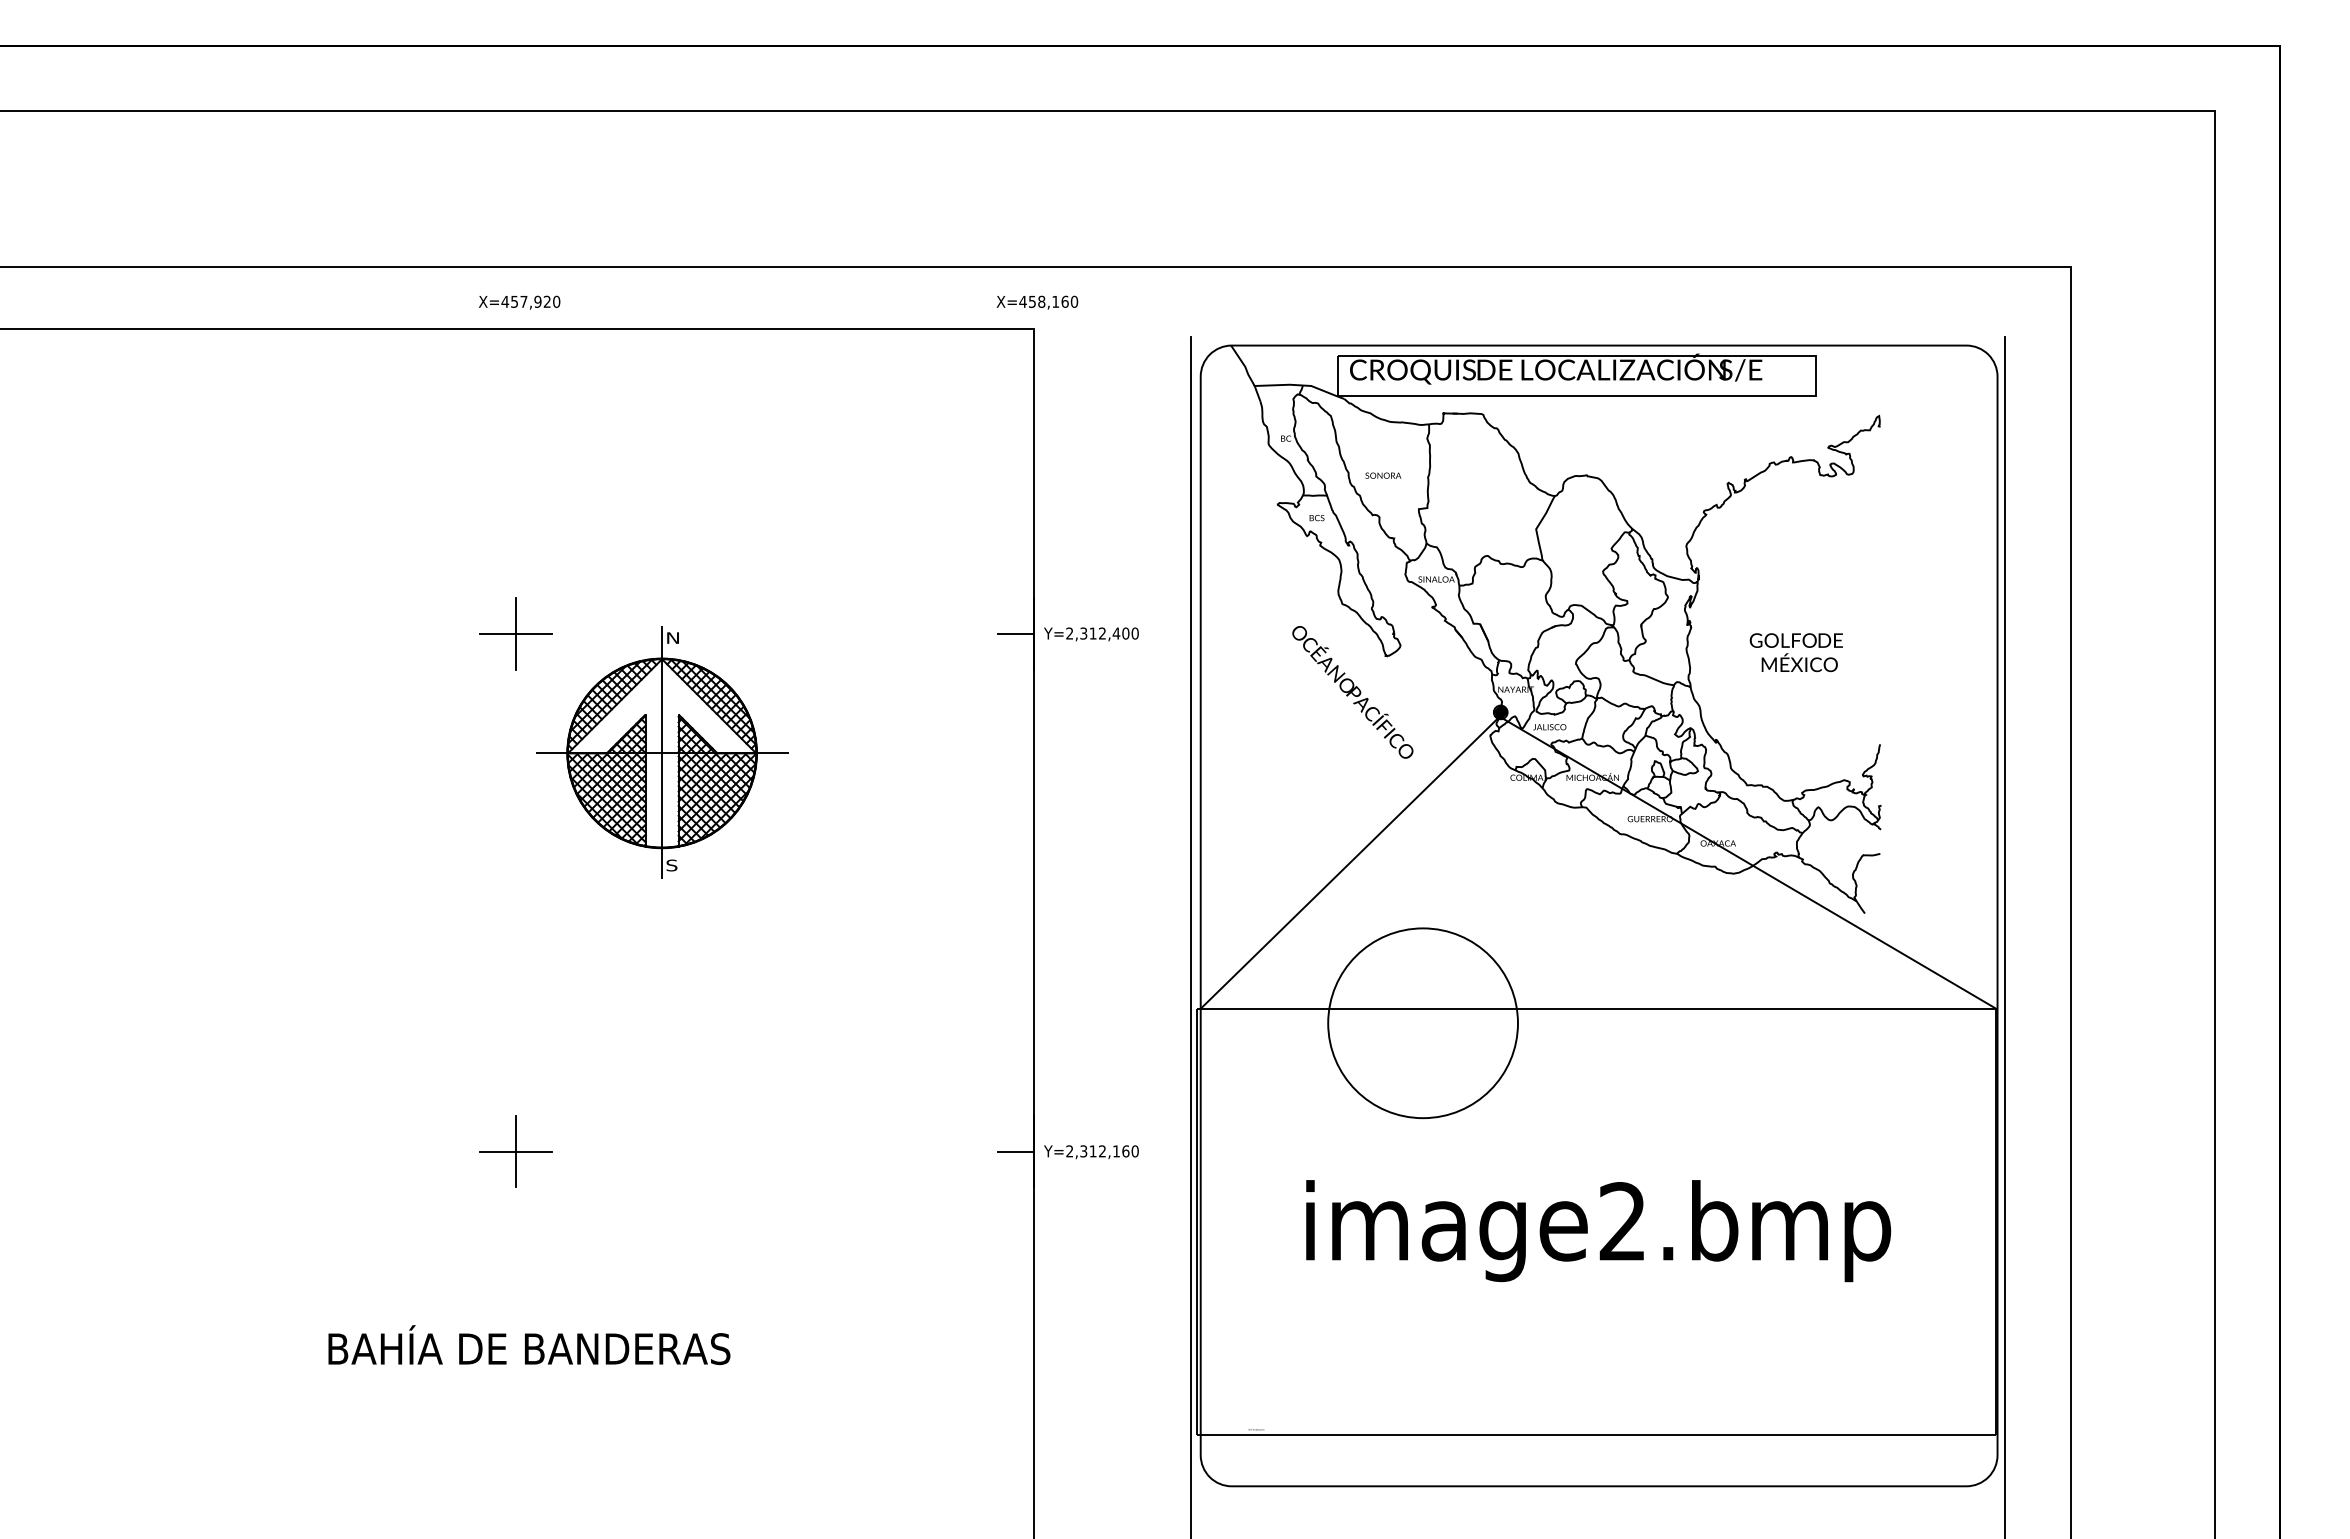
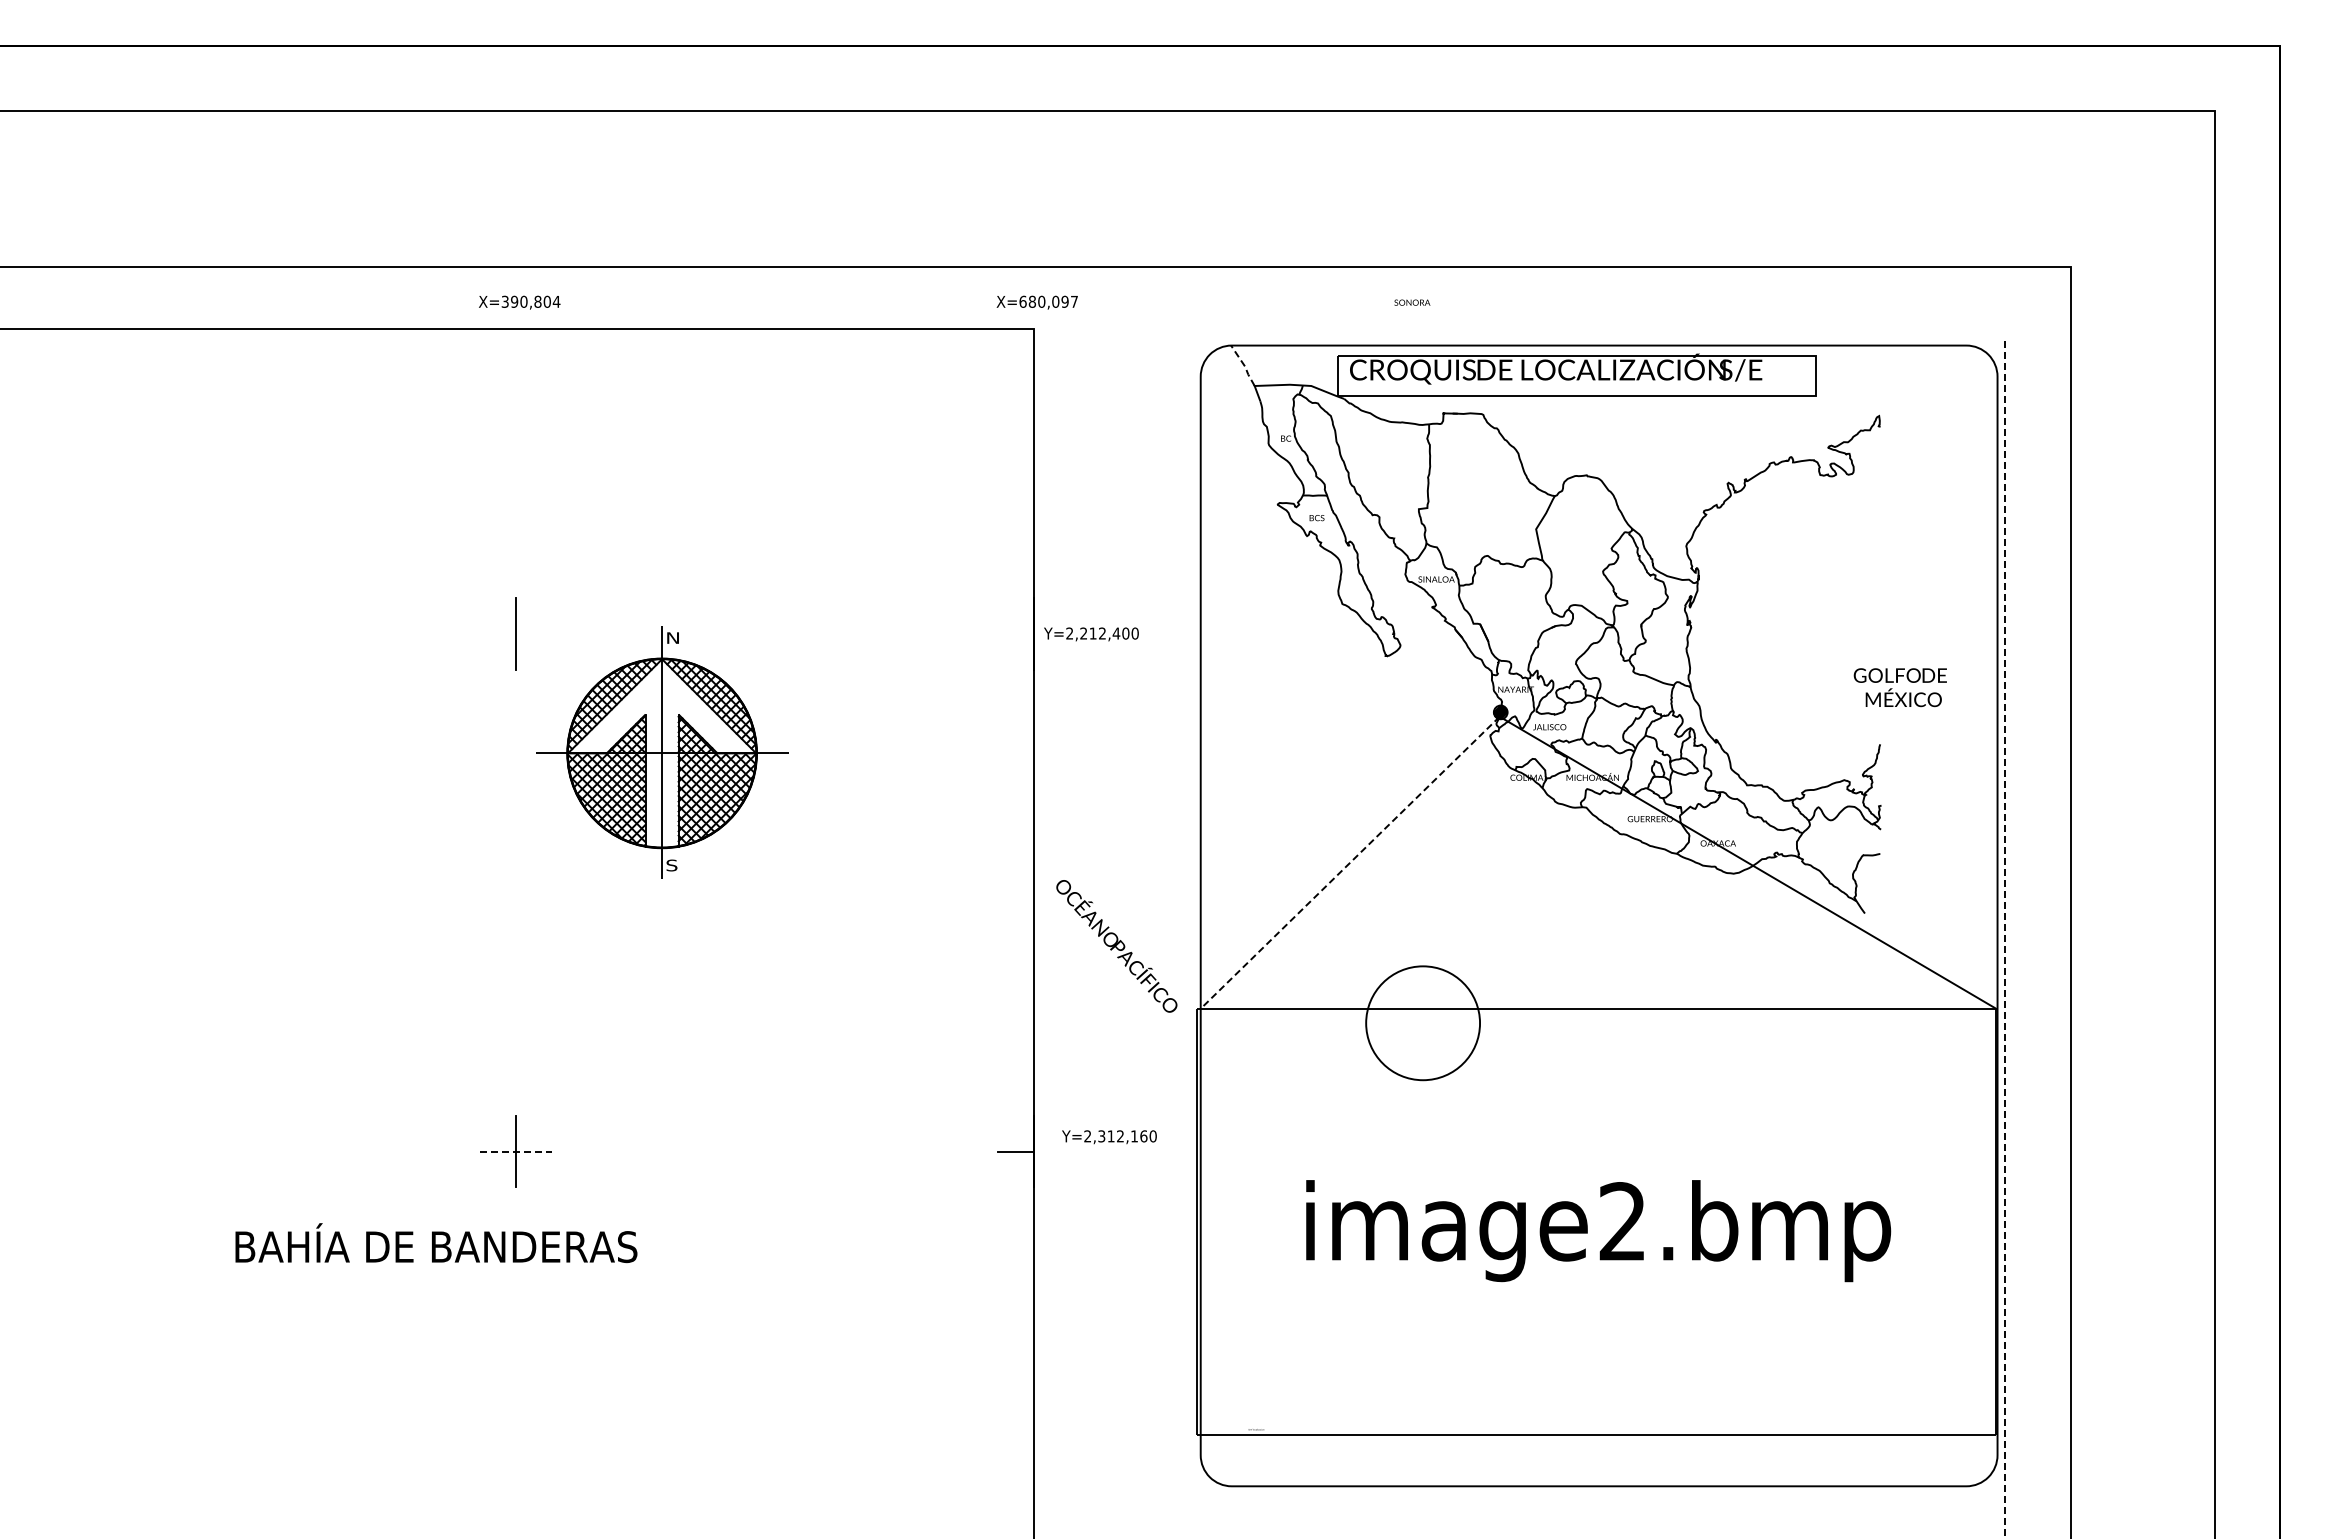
text at (530, 301): X=457,920 -> X=390,804
text at (1048, 301): X=458,160 -> X=680,097
line at (1244, 366): solid -> dashed
text at (1383, 475) position: (1383, 475) -> (1412, 302)
line at (515, 633): present -> none
line at (1015, 633): present -> none
text at (1083, 633): Y=2,312,400 -> Y=2,212,400
text at (1795, 652) position: (1795, 652) -> (1899, 687)
text at (1352, 692) position: (1352, 692) -> (1116, 946)
line at (1350, 862): solid -> dashed
line at (1190, 935): present -> none
line at (2004, 937): solid -> dashed
circle at (1422, 1023) diameter: 190 px -> 114 px
line at (516, 1151): solid -> dashed
text at (1091, 1152) position: (1091, 1152) -> (1109, 1137)
text at (529, 1345) position: (529, 1345) -> (436, 1243)
